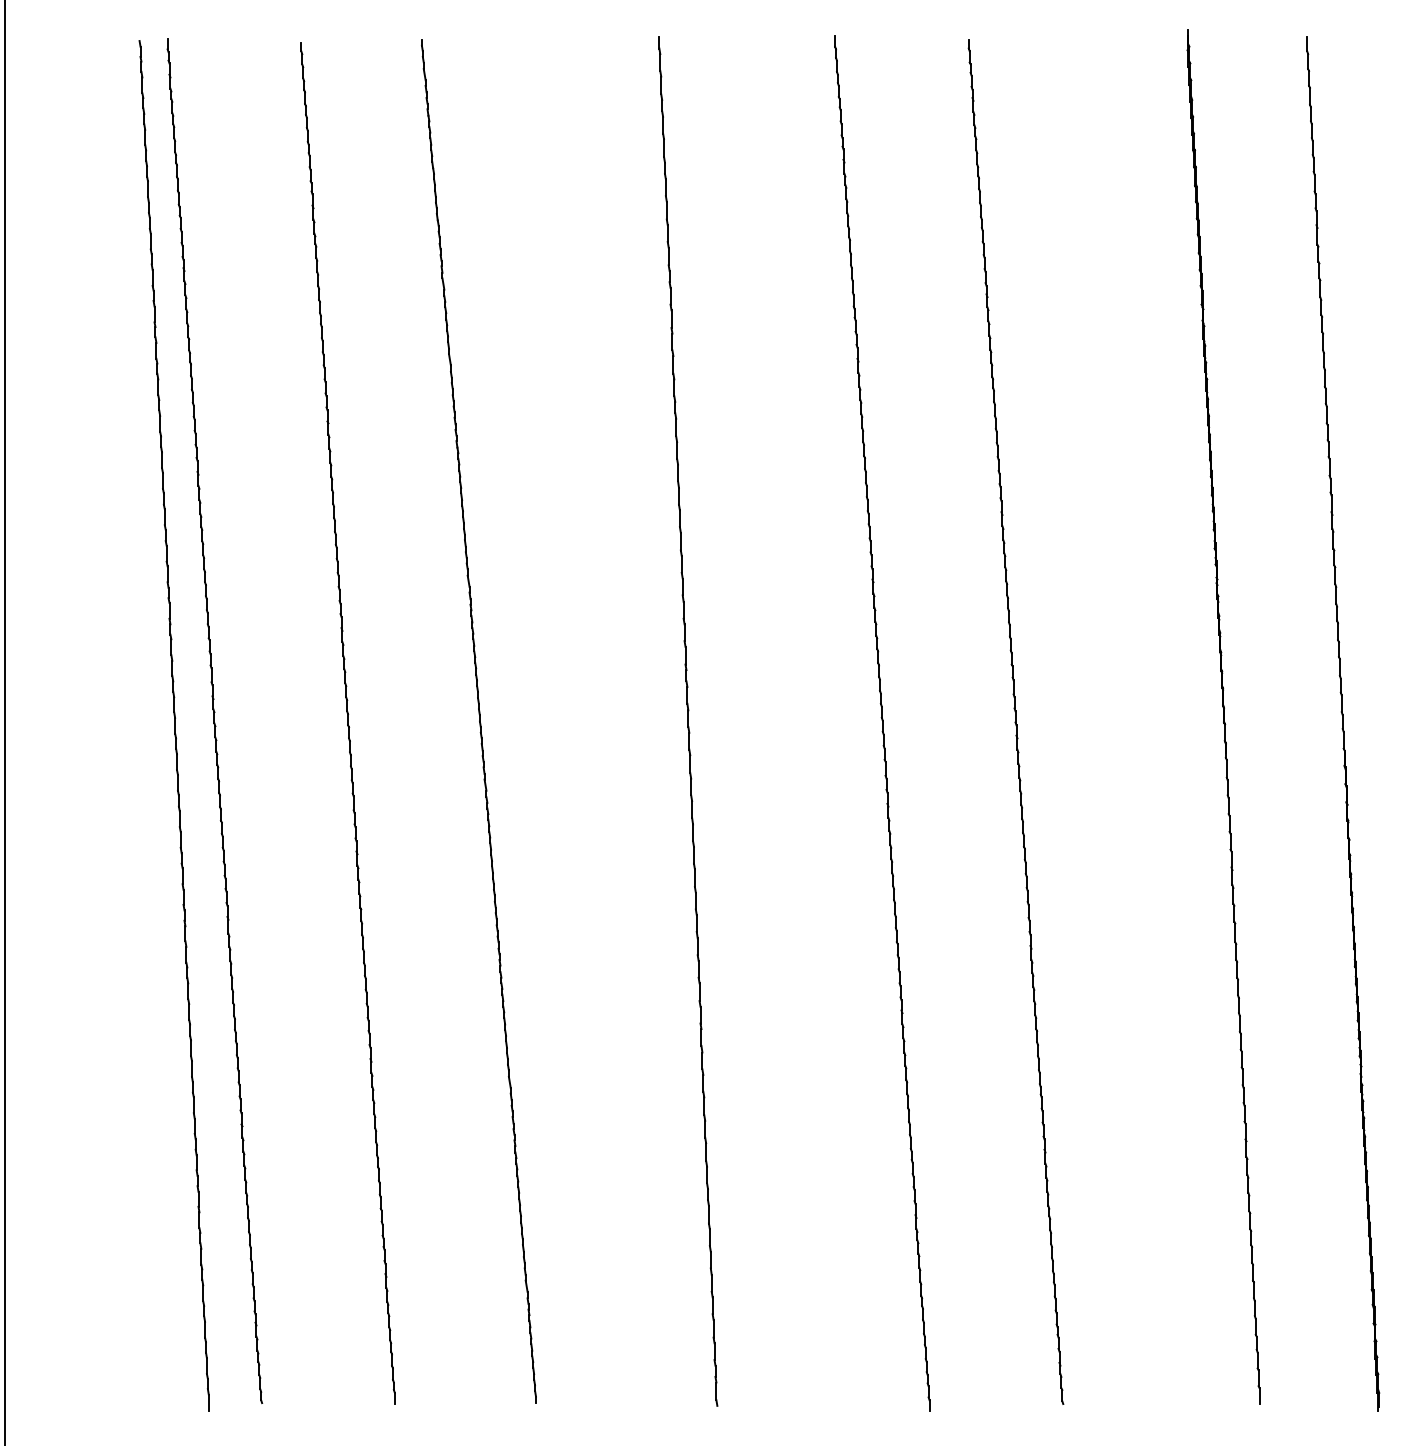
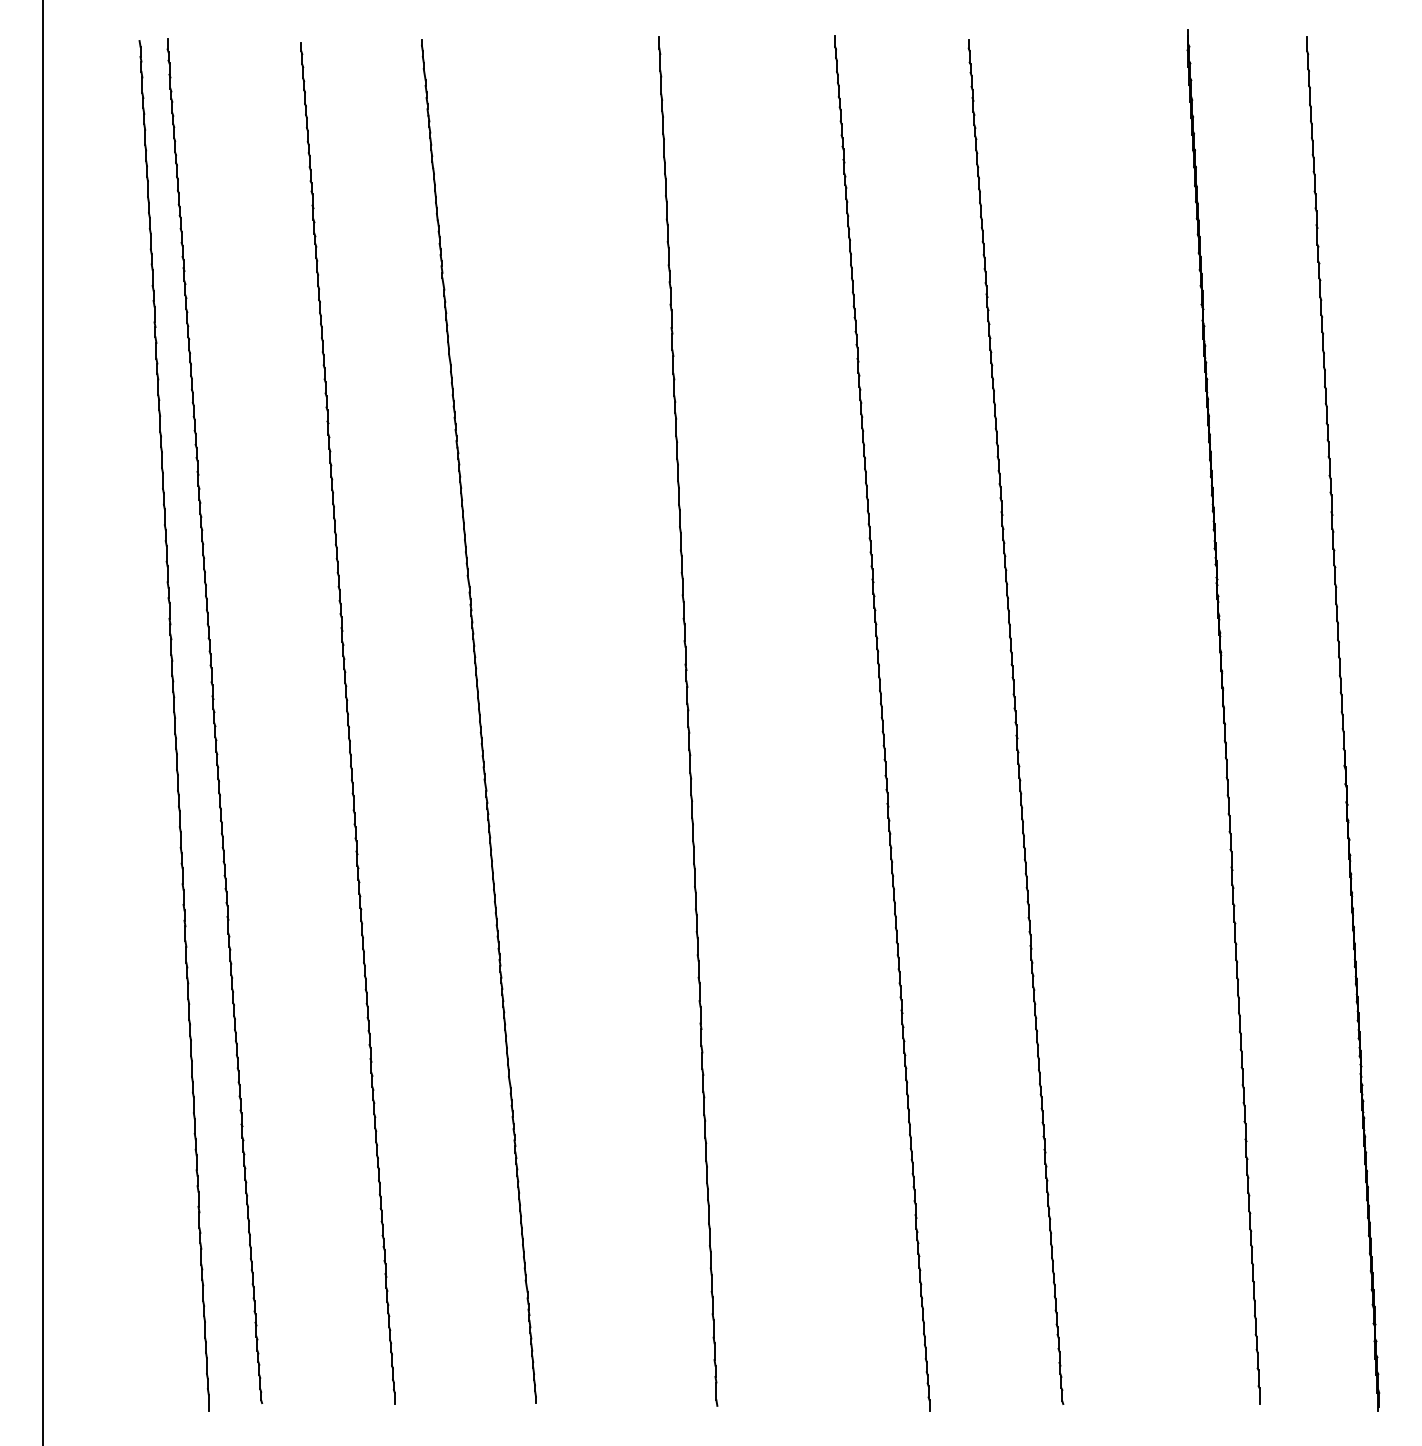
line at (4, 722) position: (4, 722) -> (42, 722)
